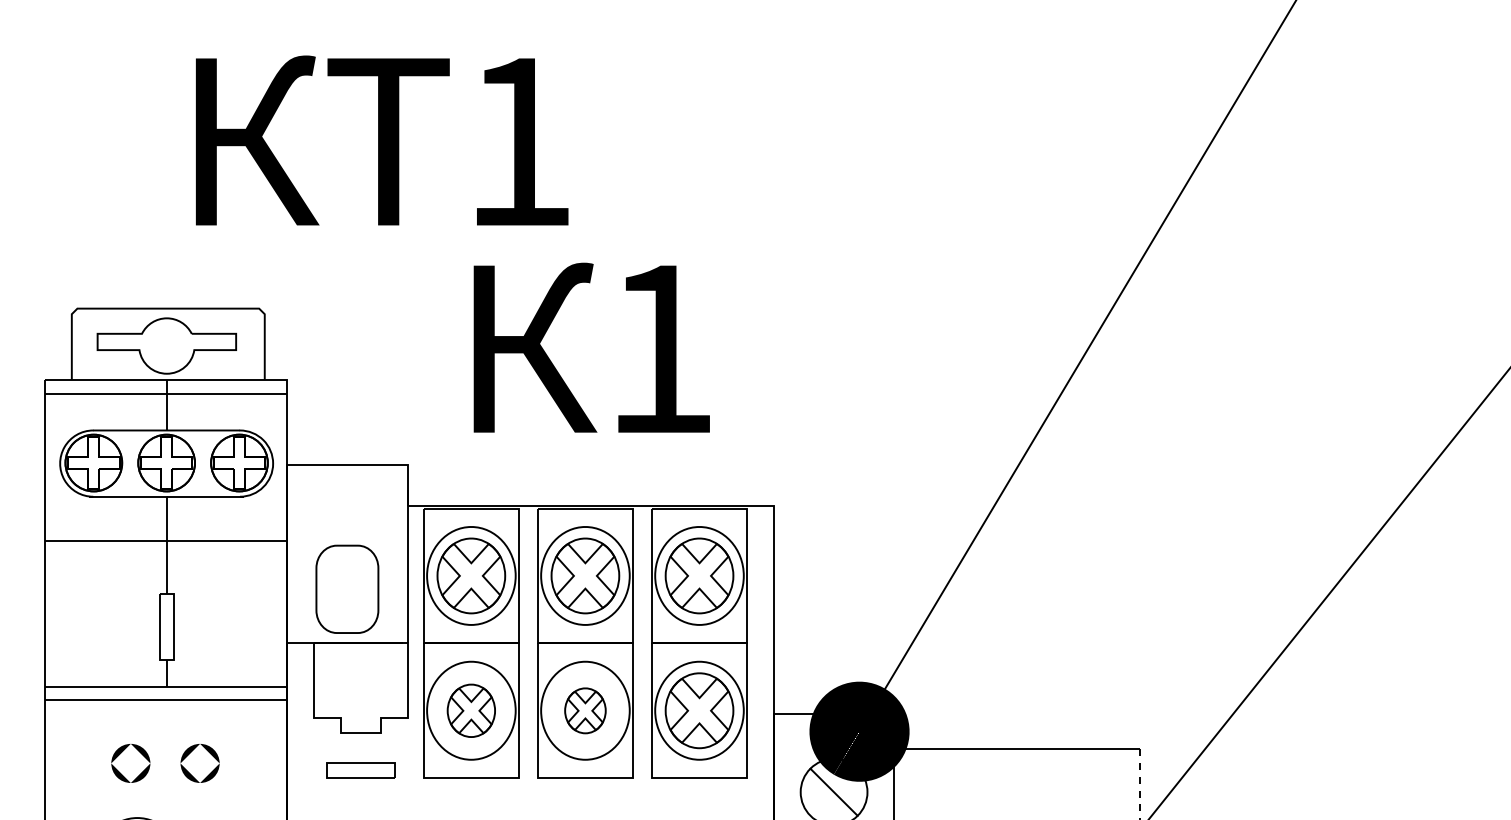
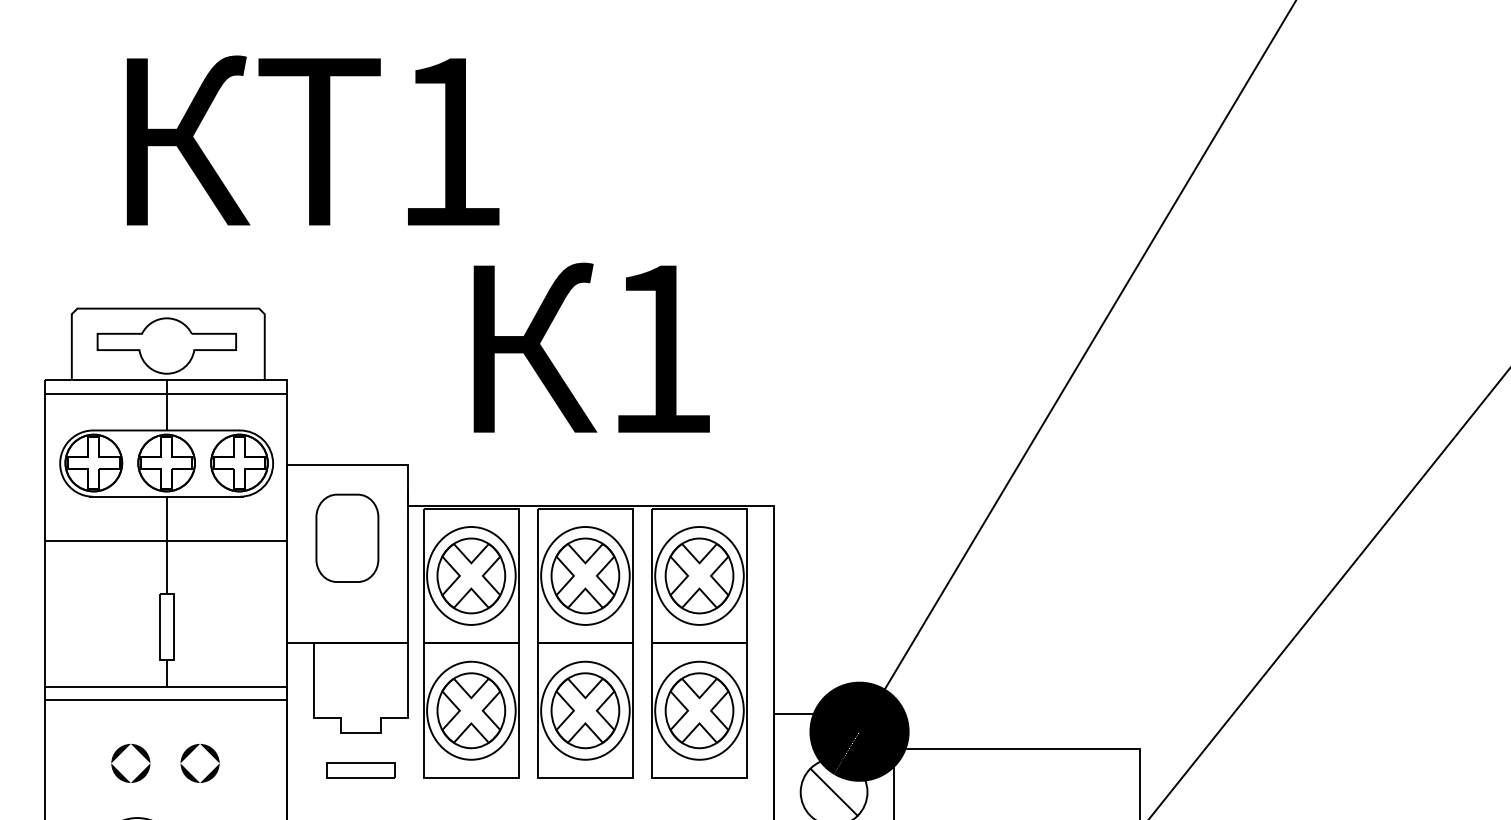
text at (382, 140) position: (382, 140) -> (313, 140)
part at (347, 588) position: (347, 588) -> (347, 537)
part at (470, 710) size: 50x55 px -> 71x78 px
part at (585, 710) size: 43x48 px -> 71x78 px
line at (1139, 784): dashed -> solid
